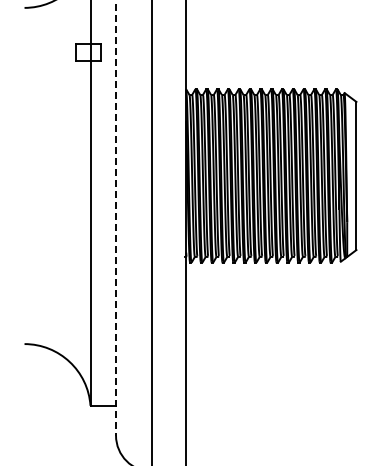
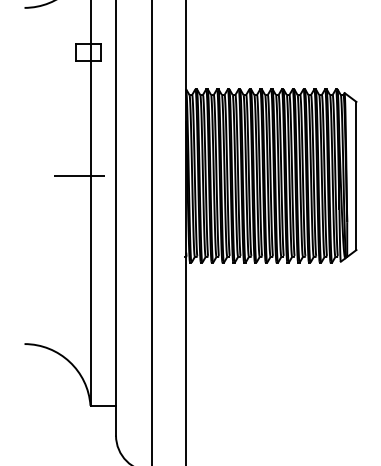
line at (79, 175): none -> present
line at (116, 217): dashed -> solid
